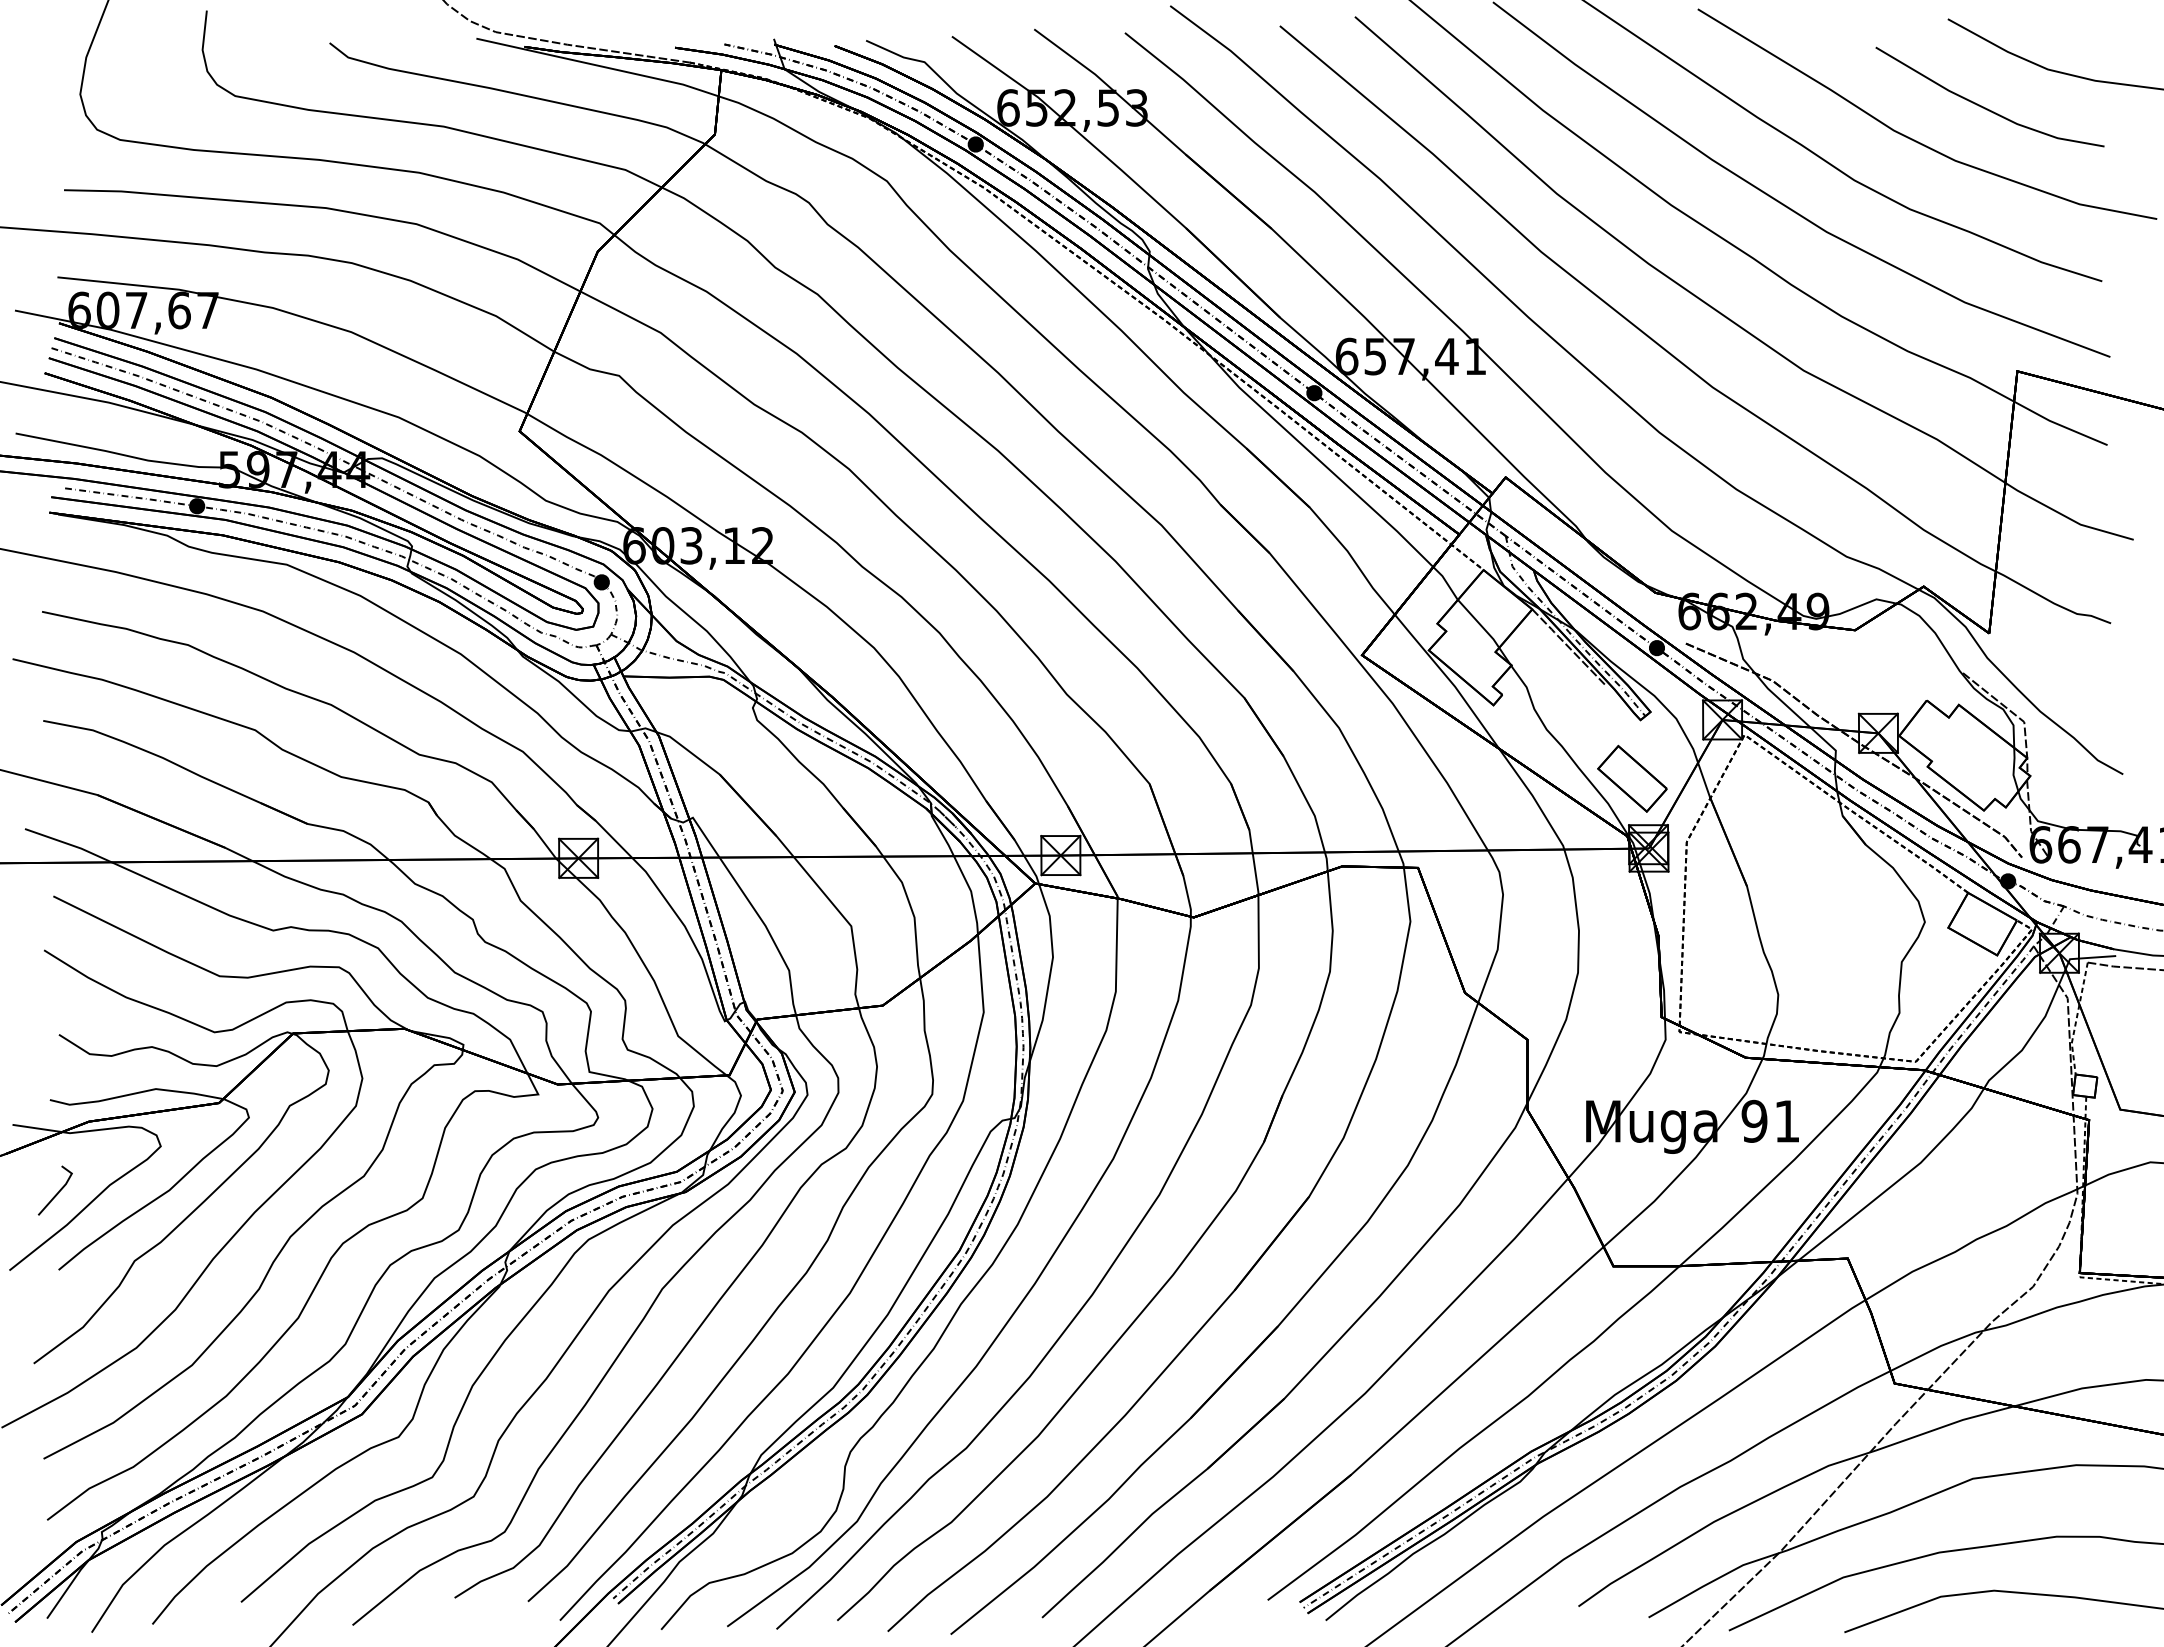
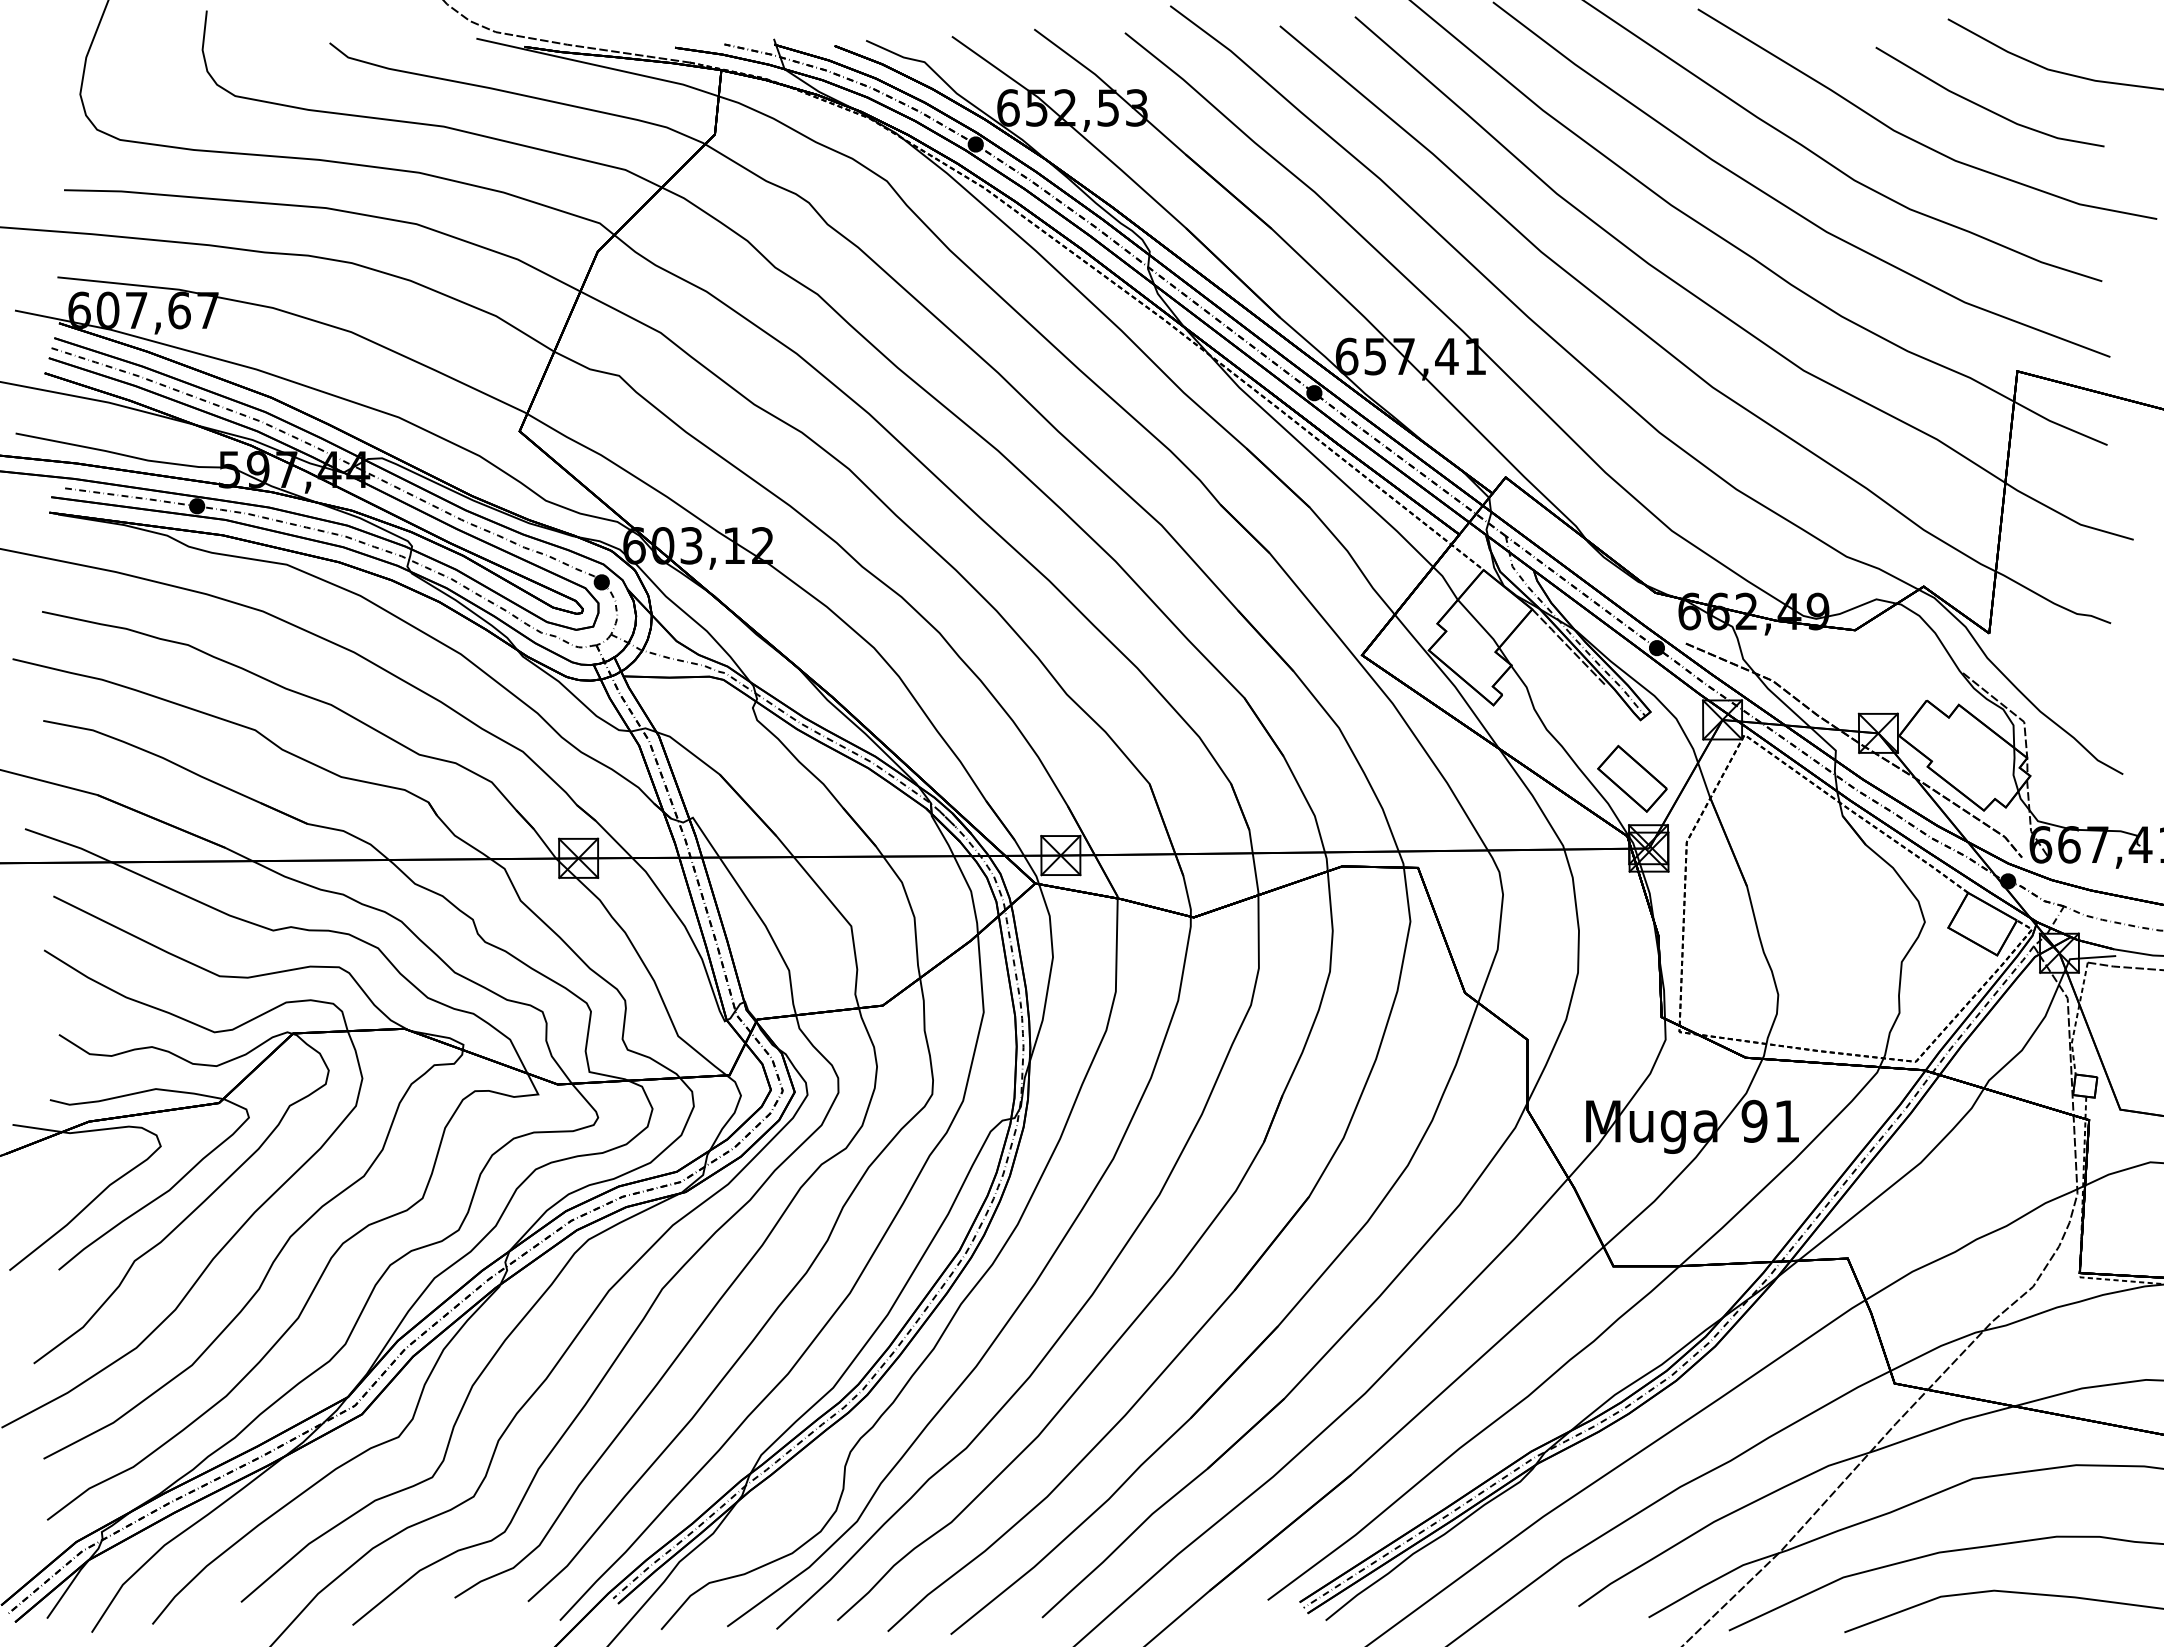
line at (57, 1192): present -> none
